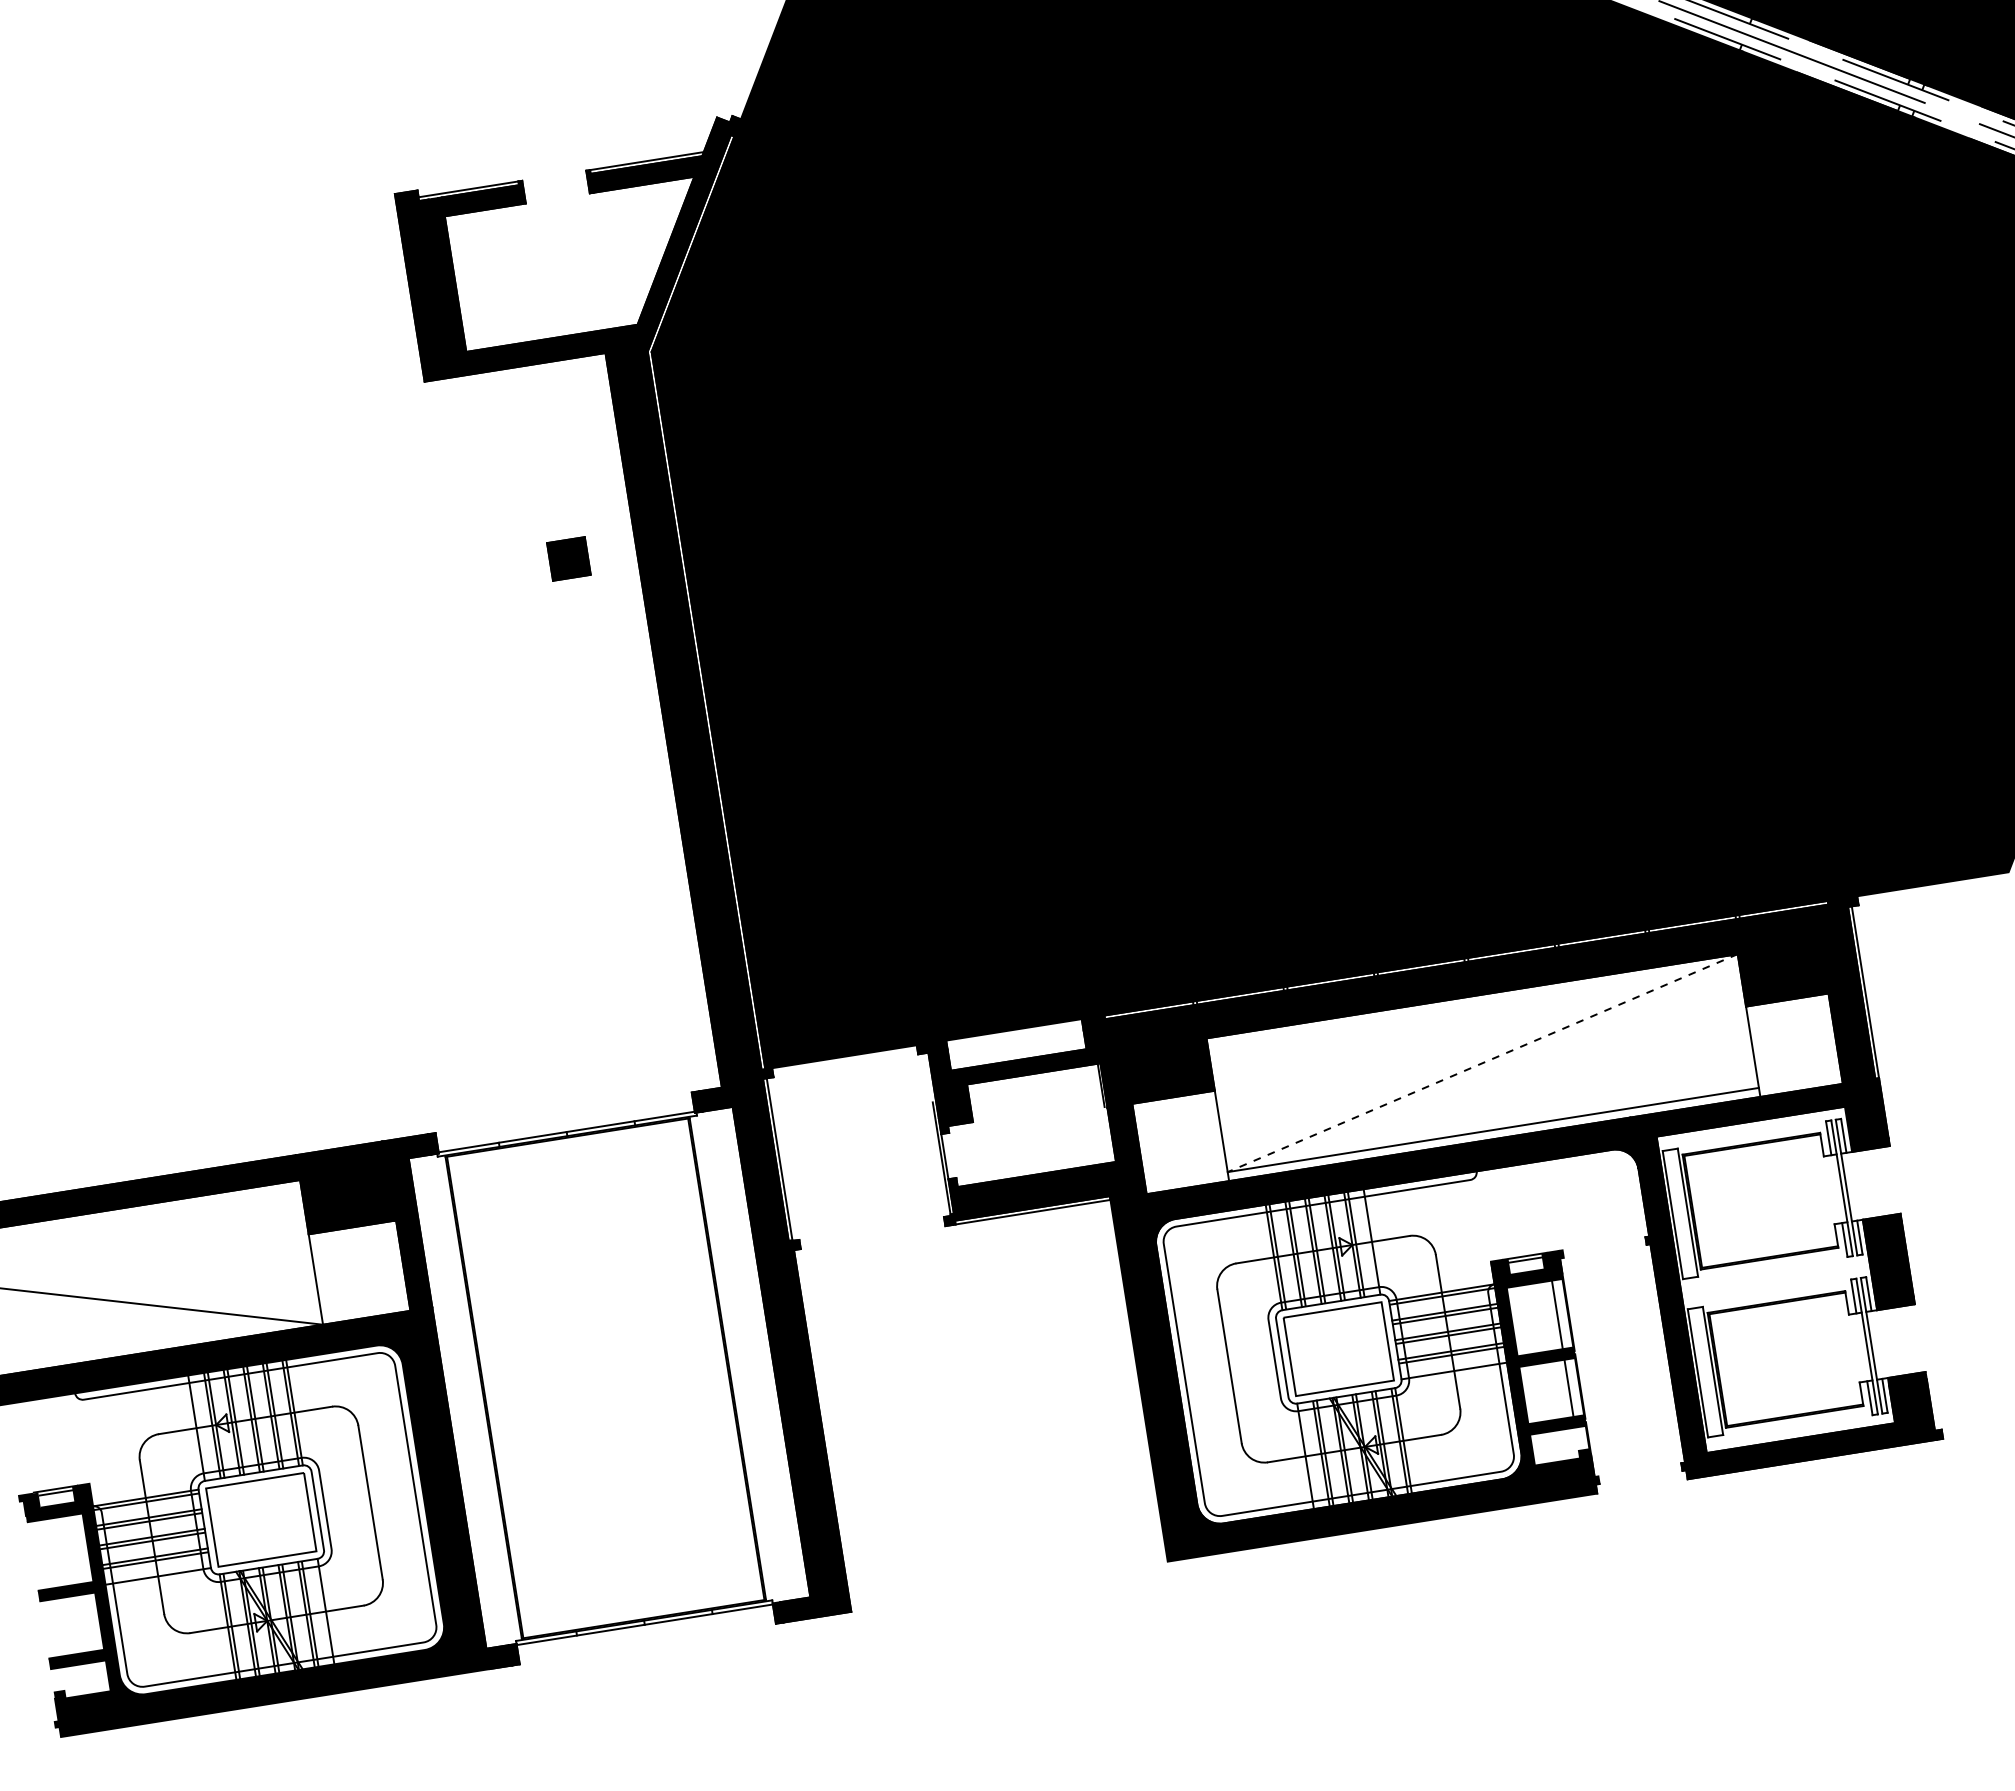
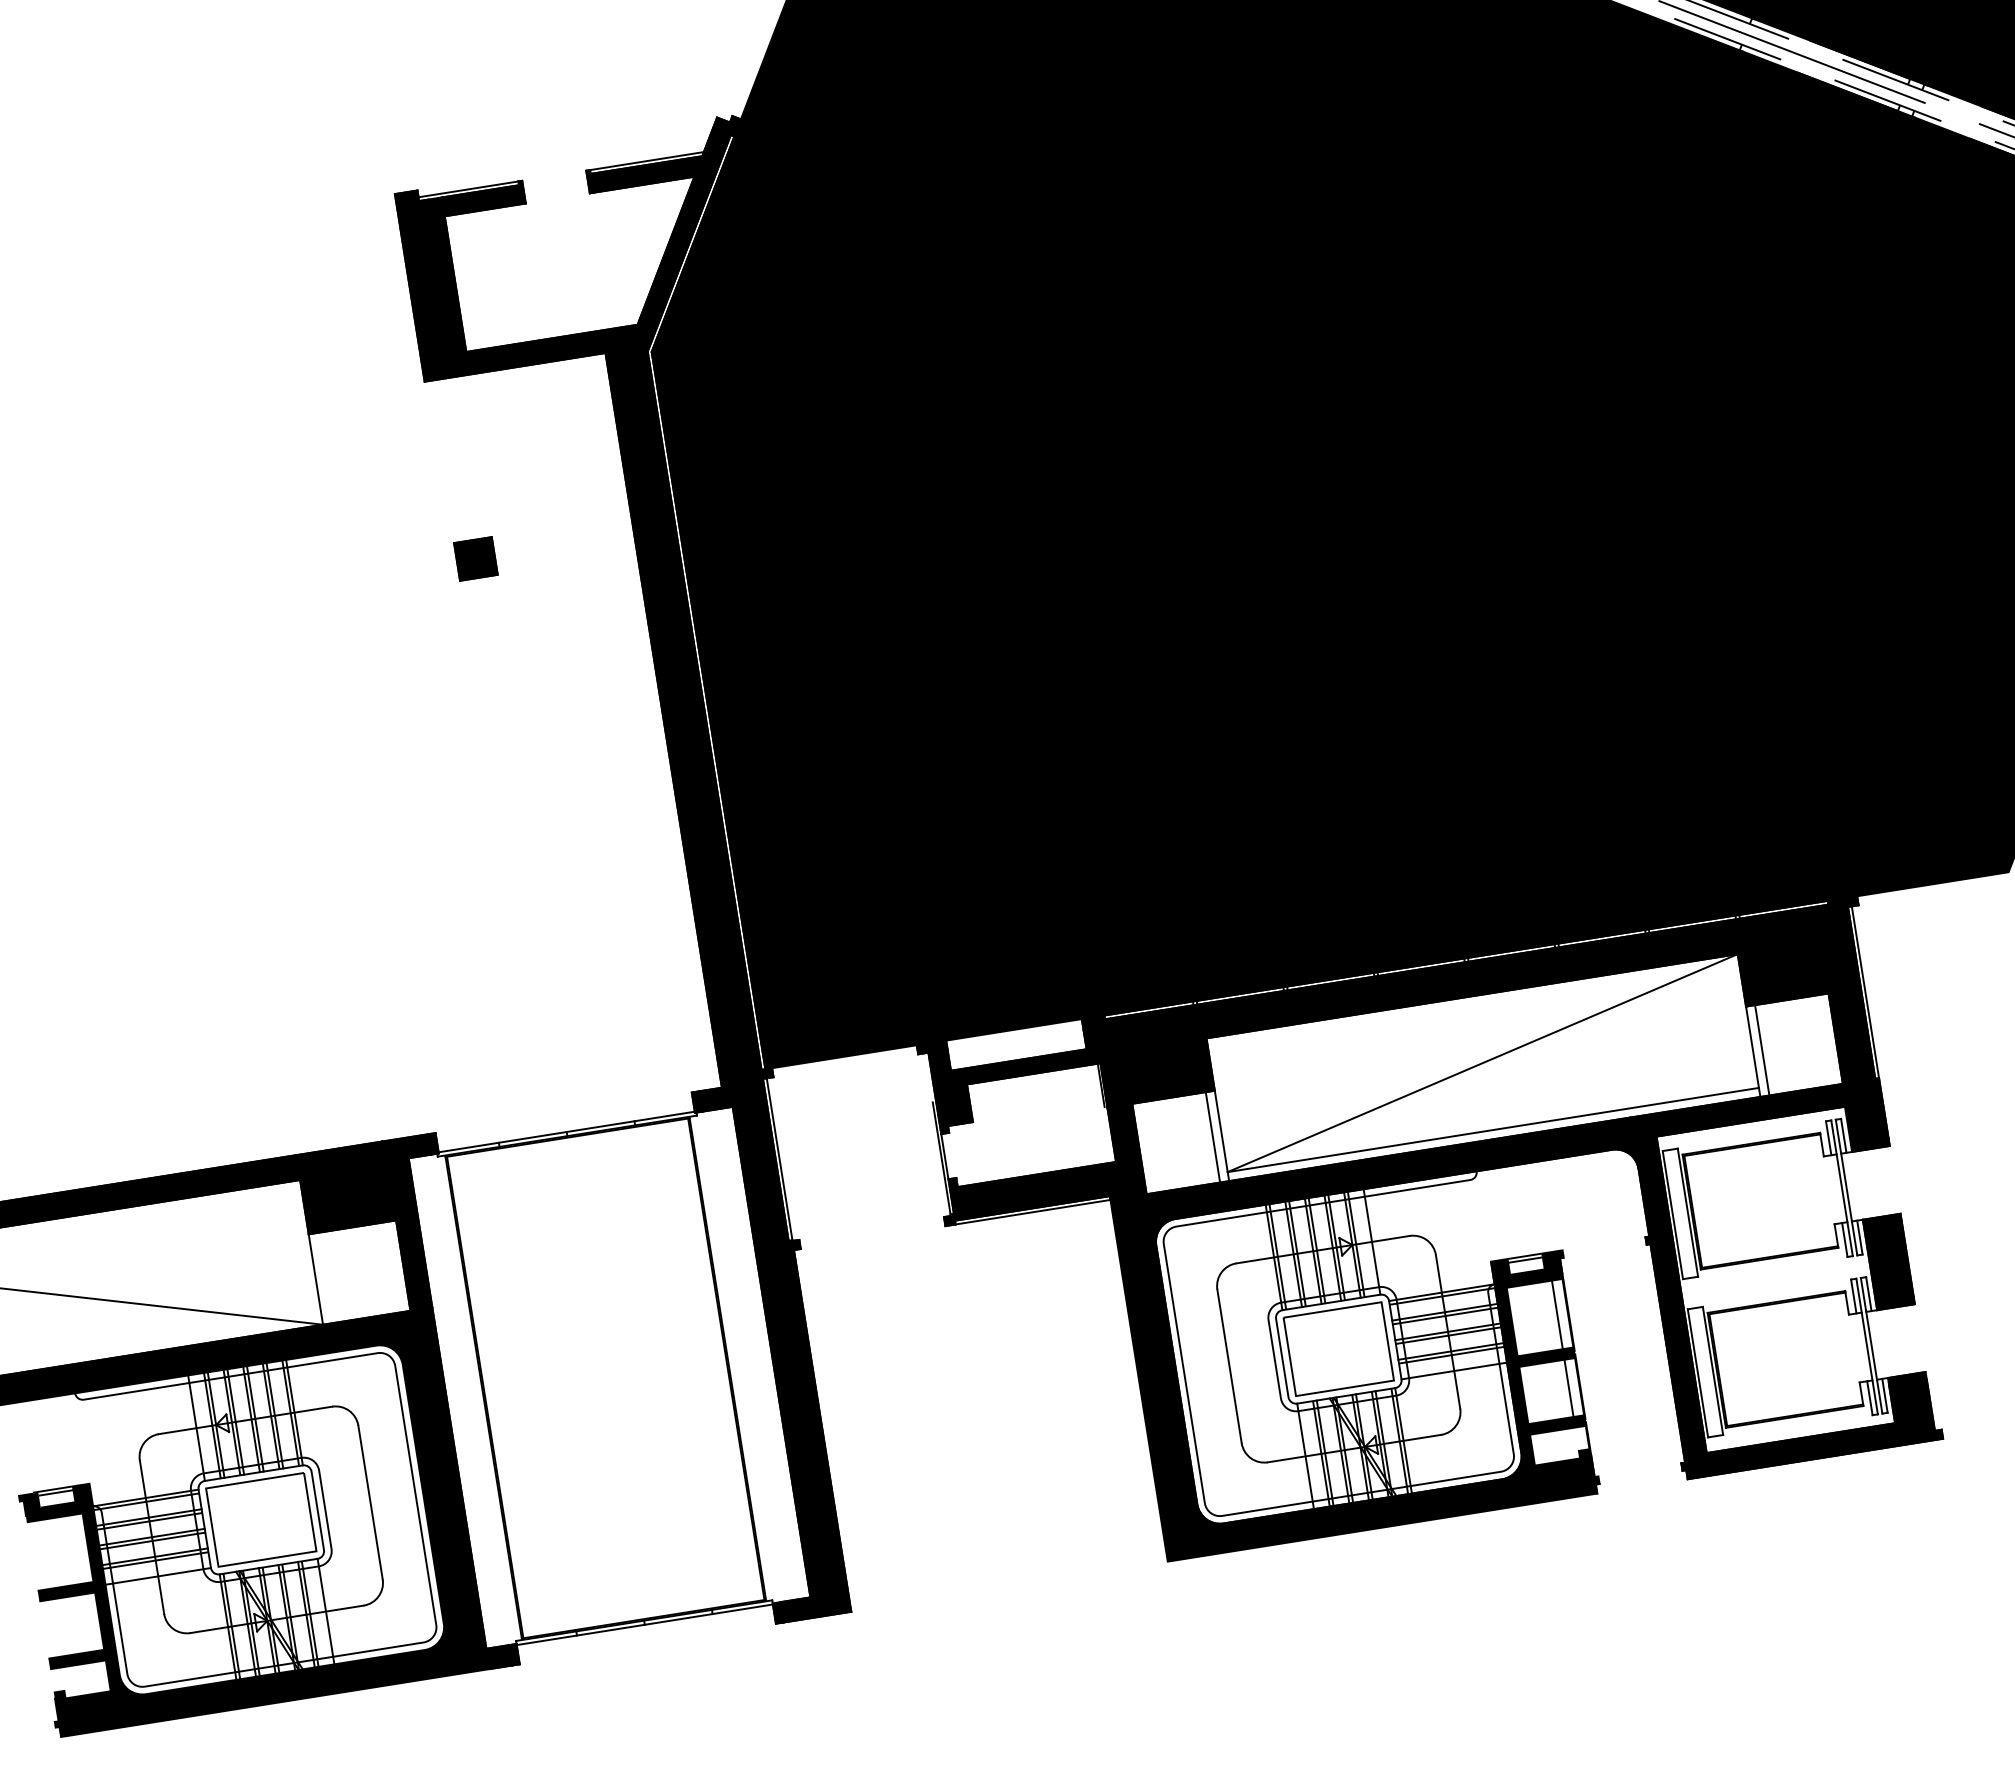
part at (568, 558) position: (568, 558) -> (475, 558)
line at (1762, 1050): none -> present
line at (1482, 1063): dashed -> solid
line at (1212, 1137): none -> present
